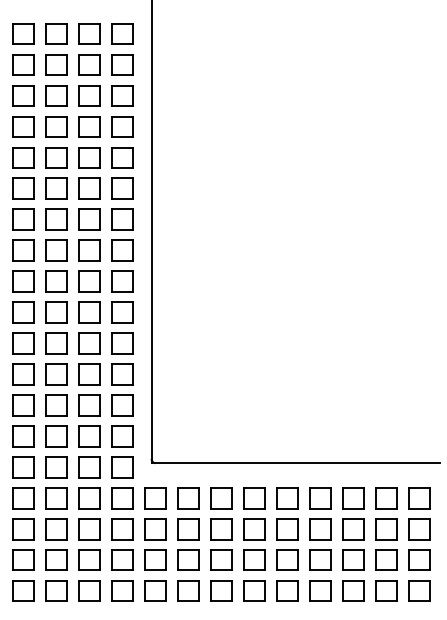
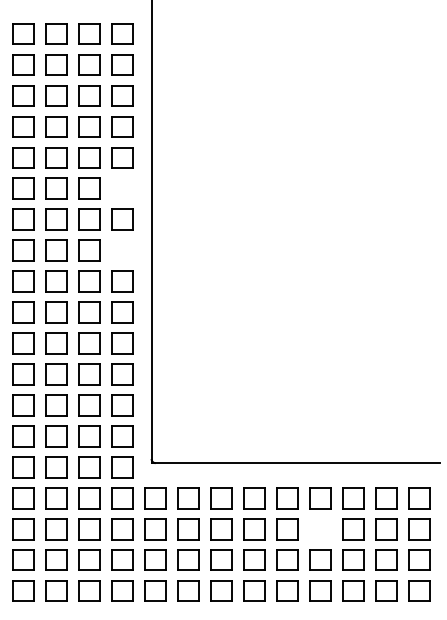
part at (122, 188): present -> none
part at (122, 250): present -> none
part at (320, 529): present -> none
